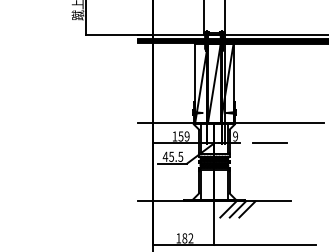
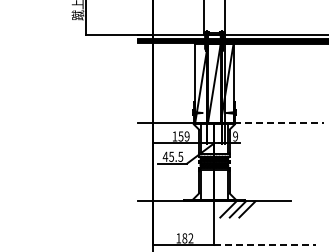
line at (279, 123): solid -> dashed
line at (269, 142): present -> none
line at (265, 245): solid -> dashed
